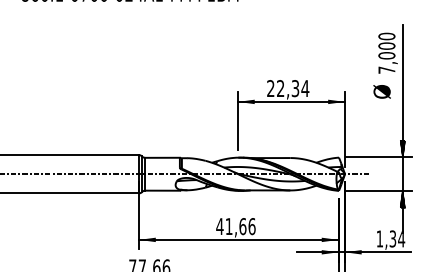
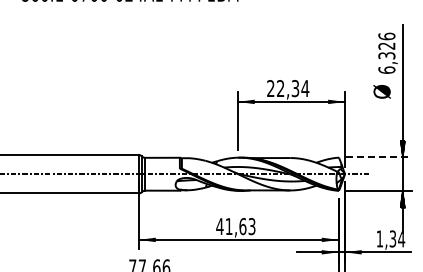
text at (386, 52): 7,000 -> 6,326
line at (379, 157): solid -> dashed
text at (251, 226): 41,66 -> 41,63
